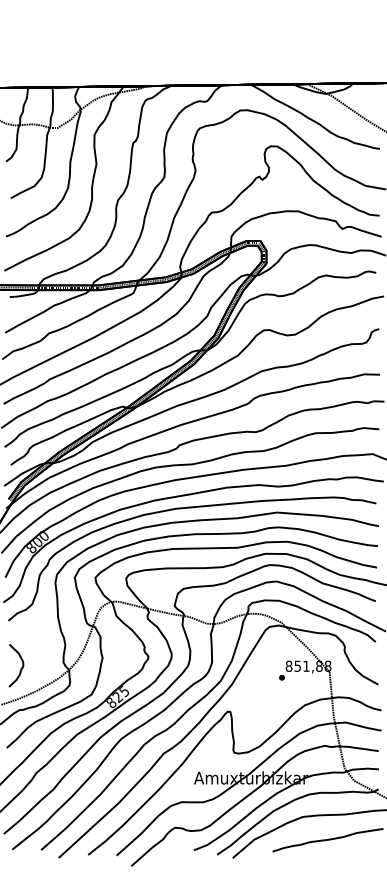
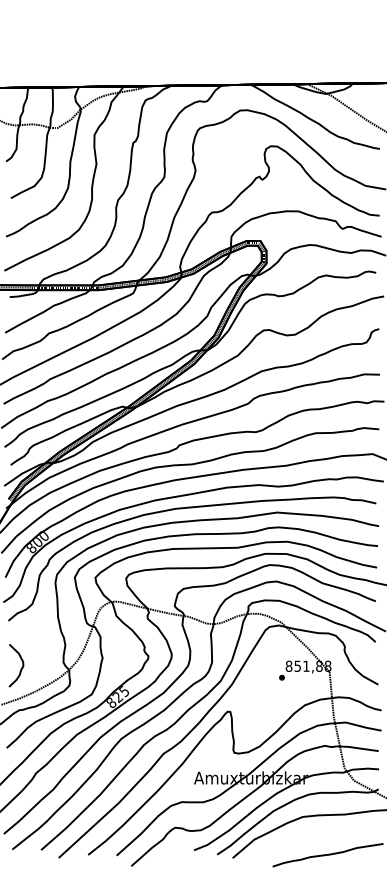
curve at (327, 840) position: (327, 840) -> (327, 855)
